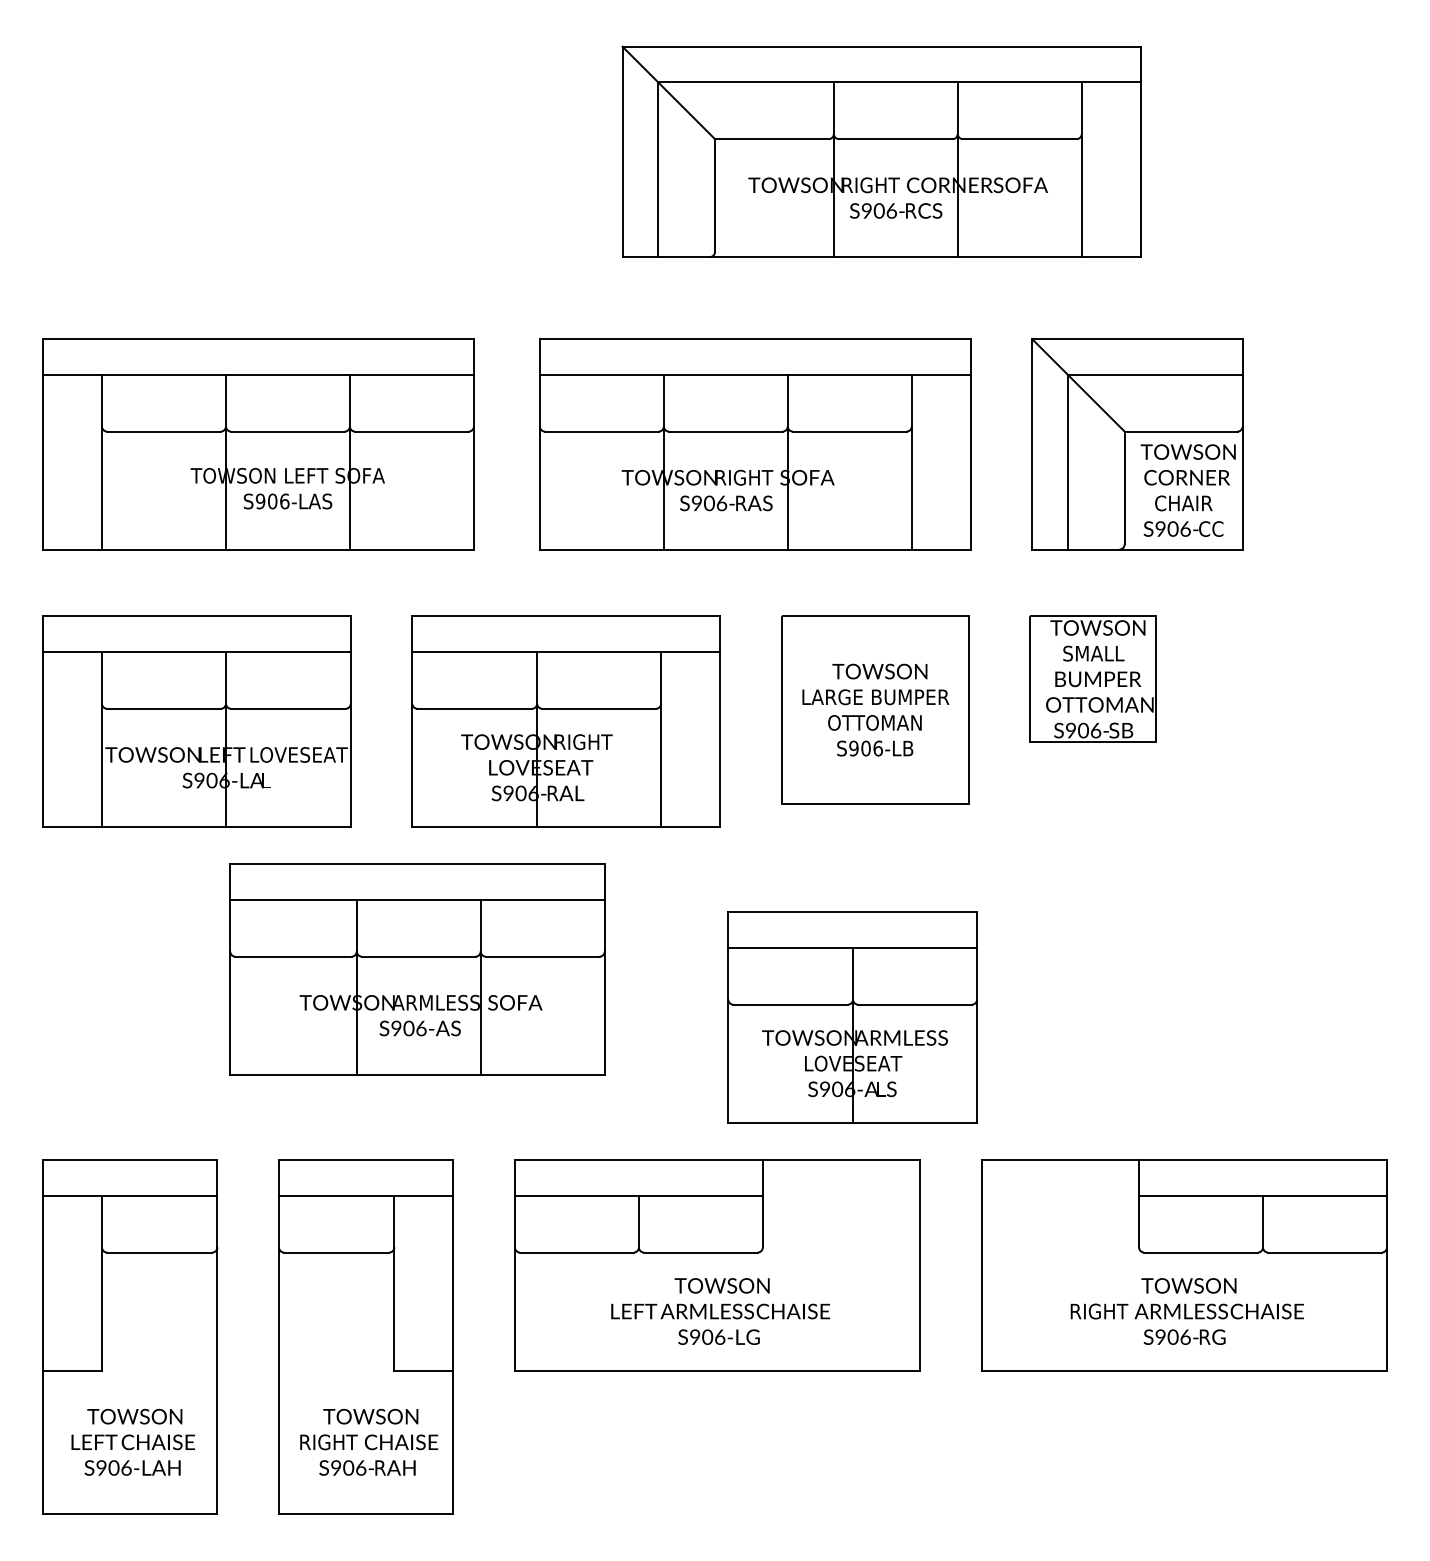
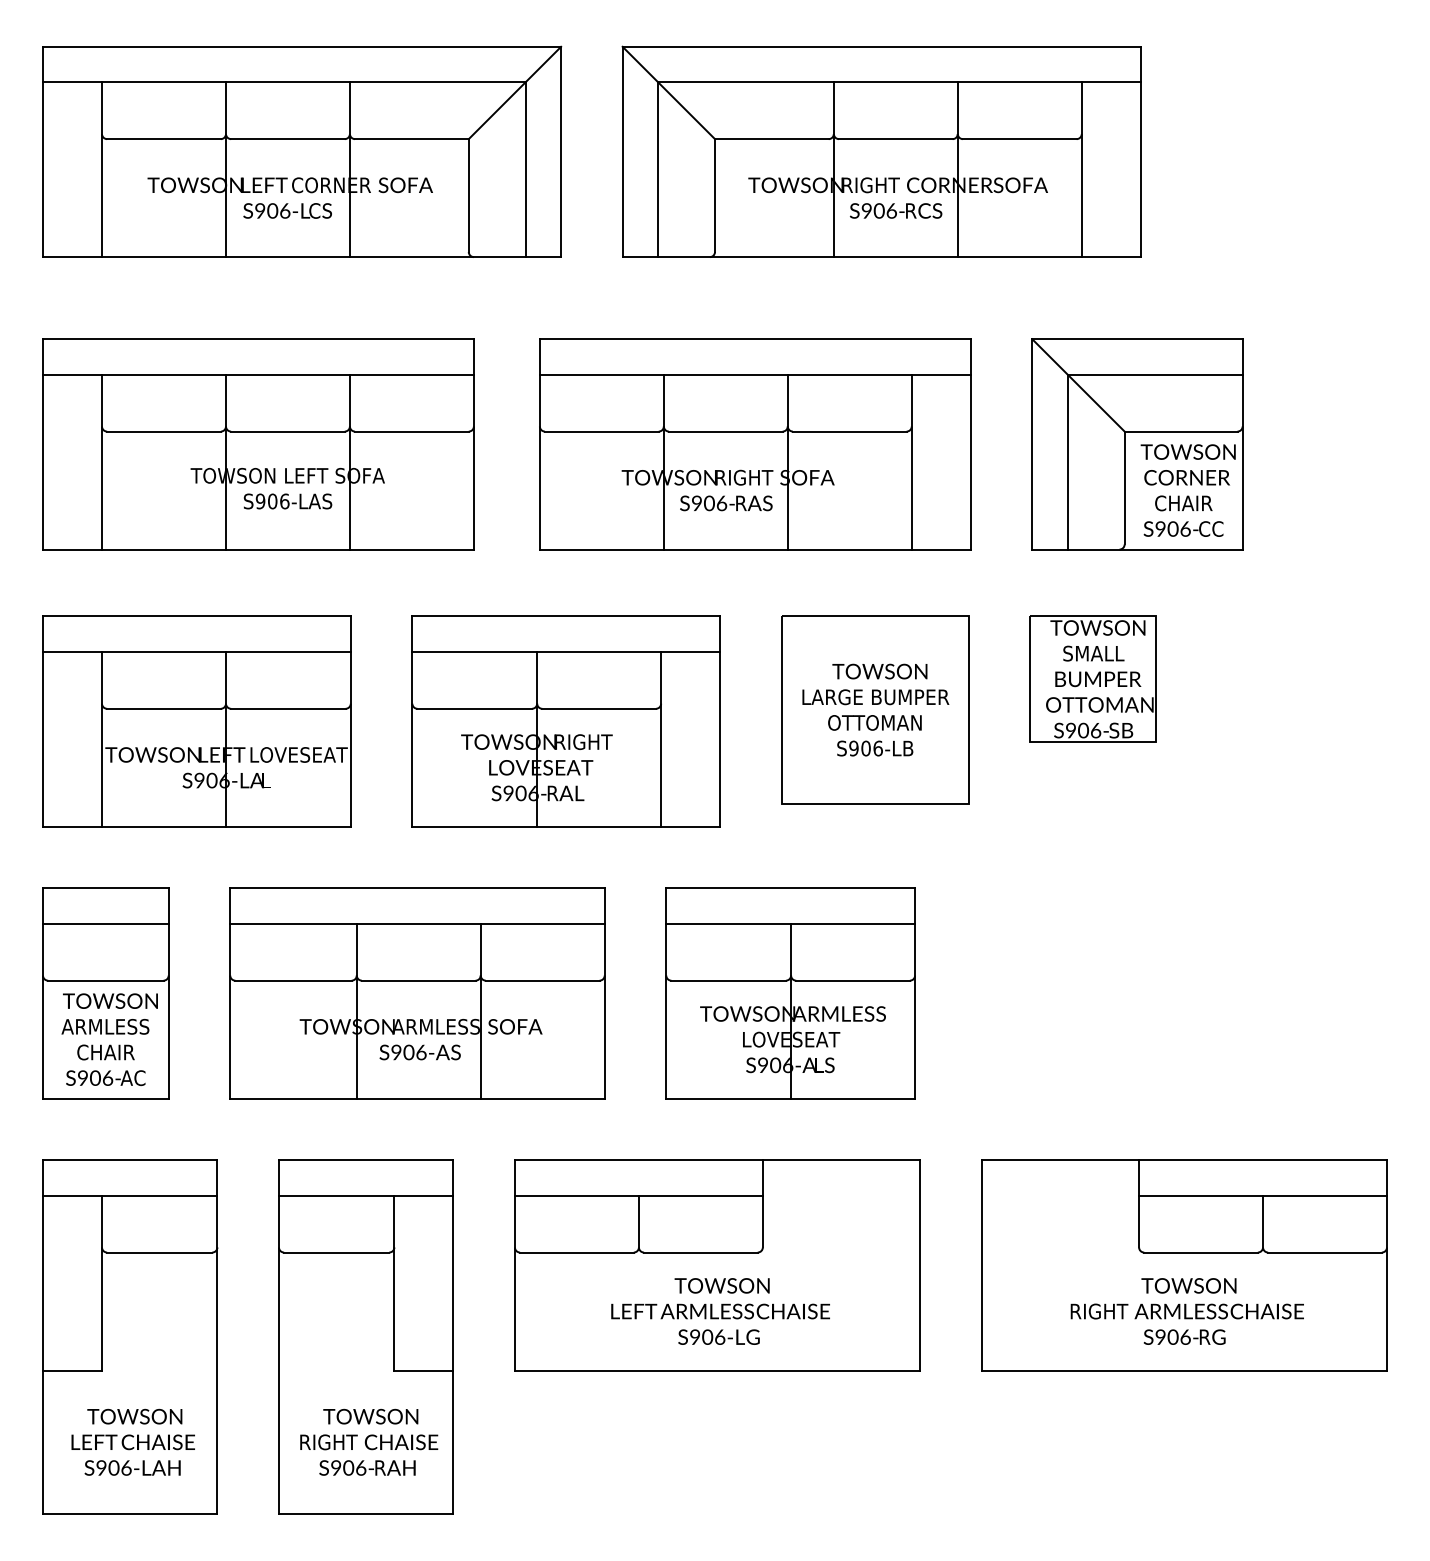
part at (302, 151): none -> present
part at (417, 969) position: (417, 969) -> (417, 993)
part at (105, 993): none -> present
part at (852, 1017) position: (852, 1017) -> (790, 993)
